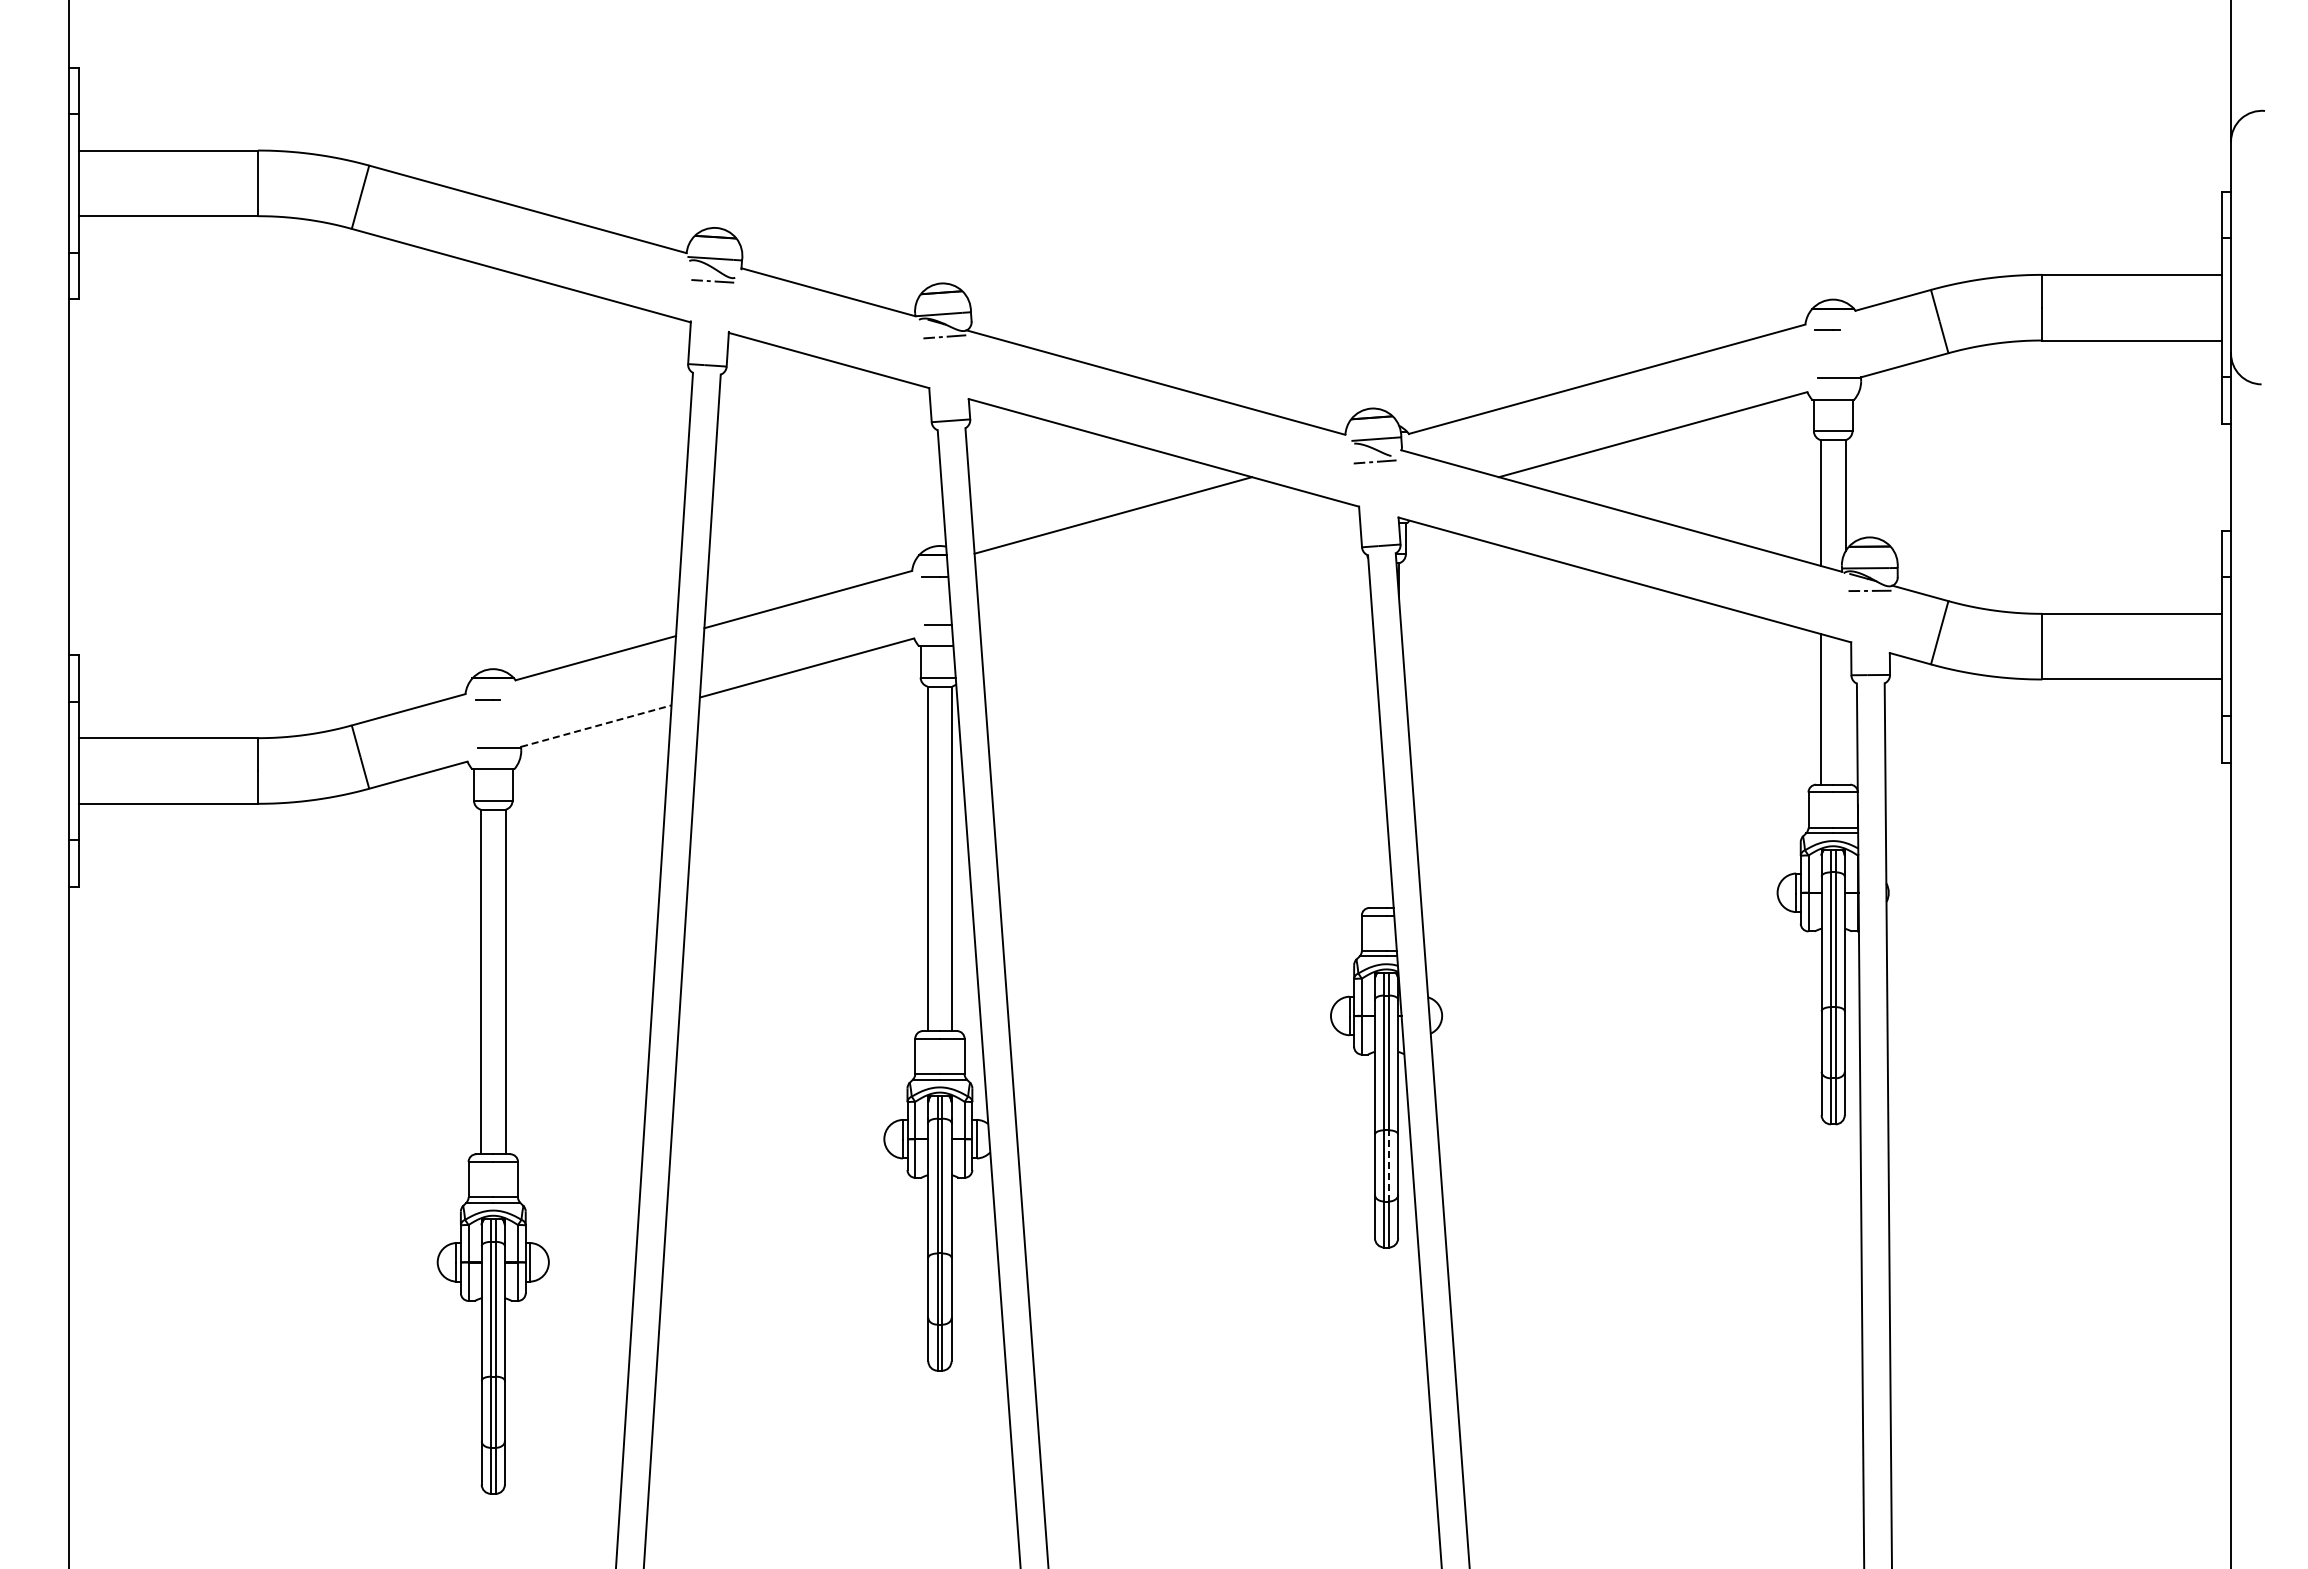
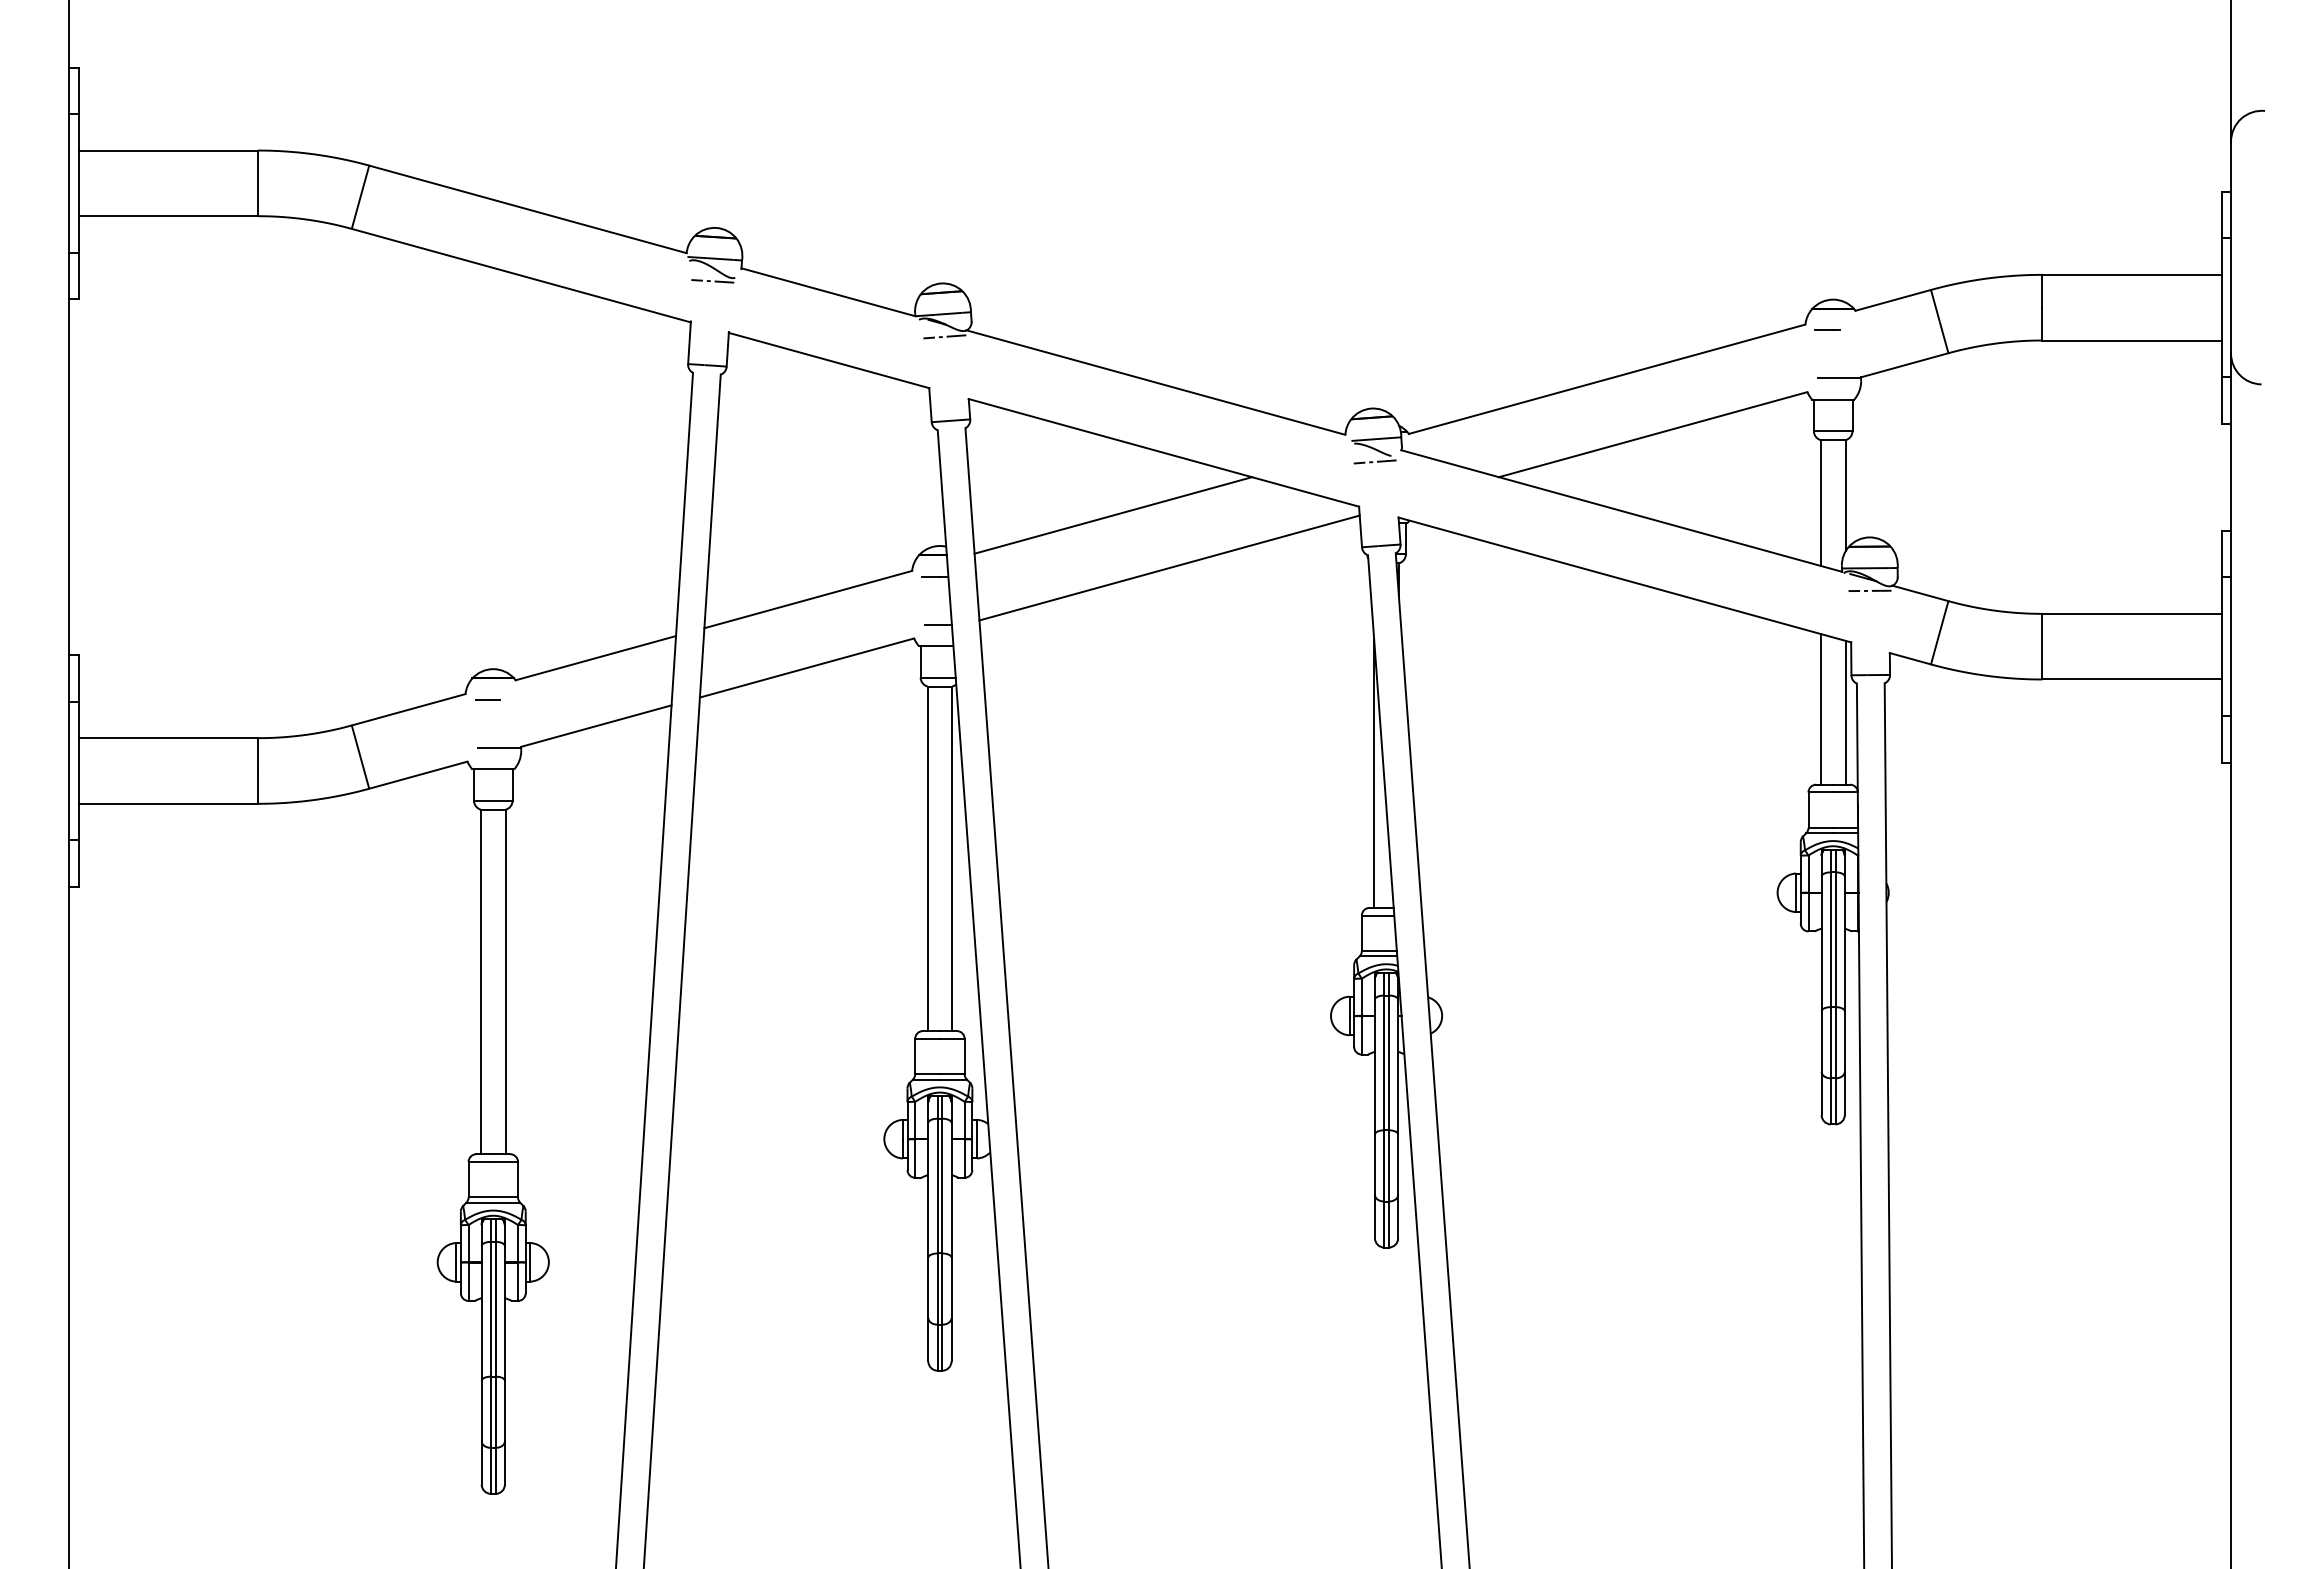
line at (1169, 567): none -> present
line at (1845, 712): none -> present
line at (596, 725): dashed -> solid
line at (1374, 773): none -> present
line at (1388, 1165): dashed -> solid
